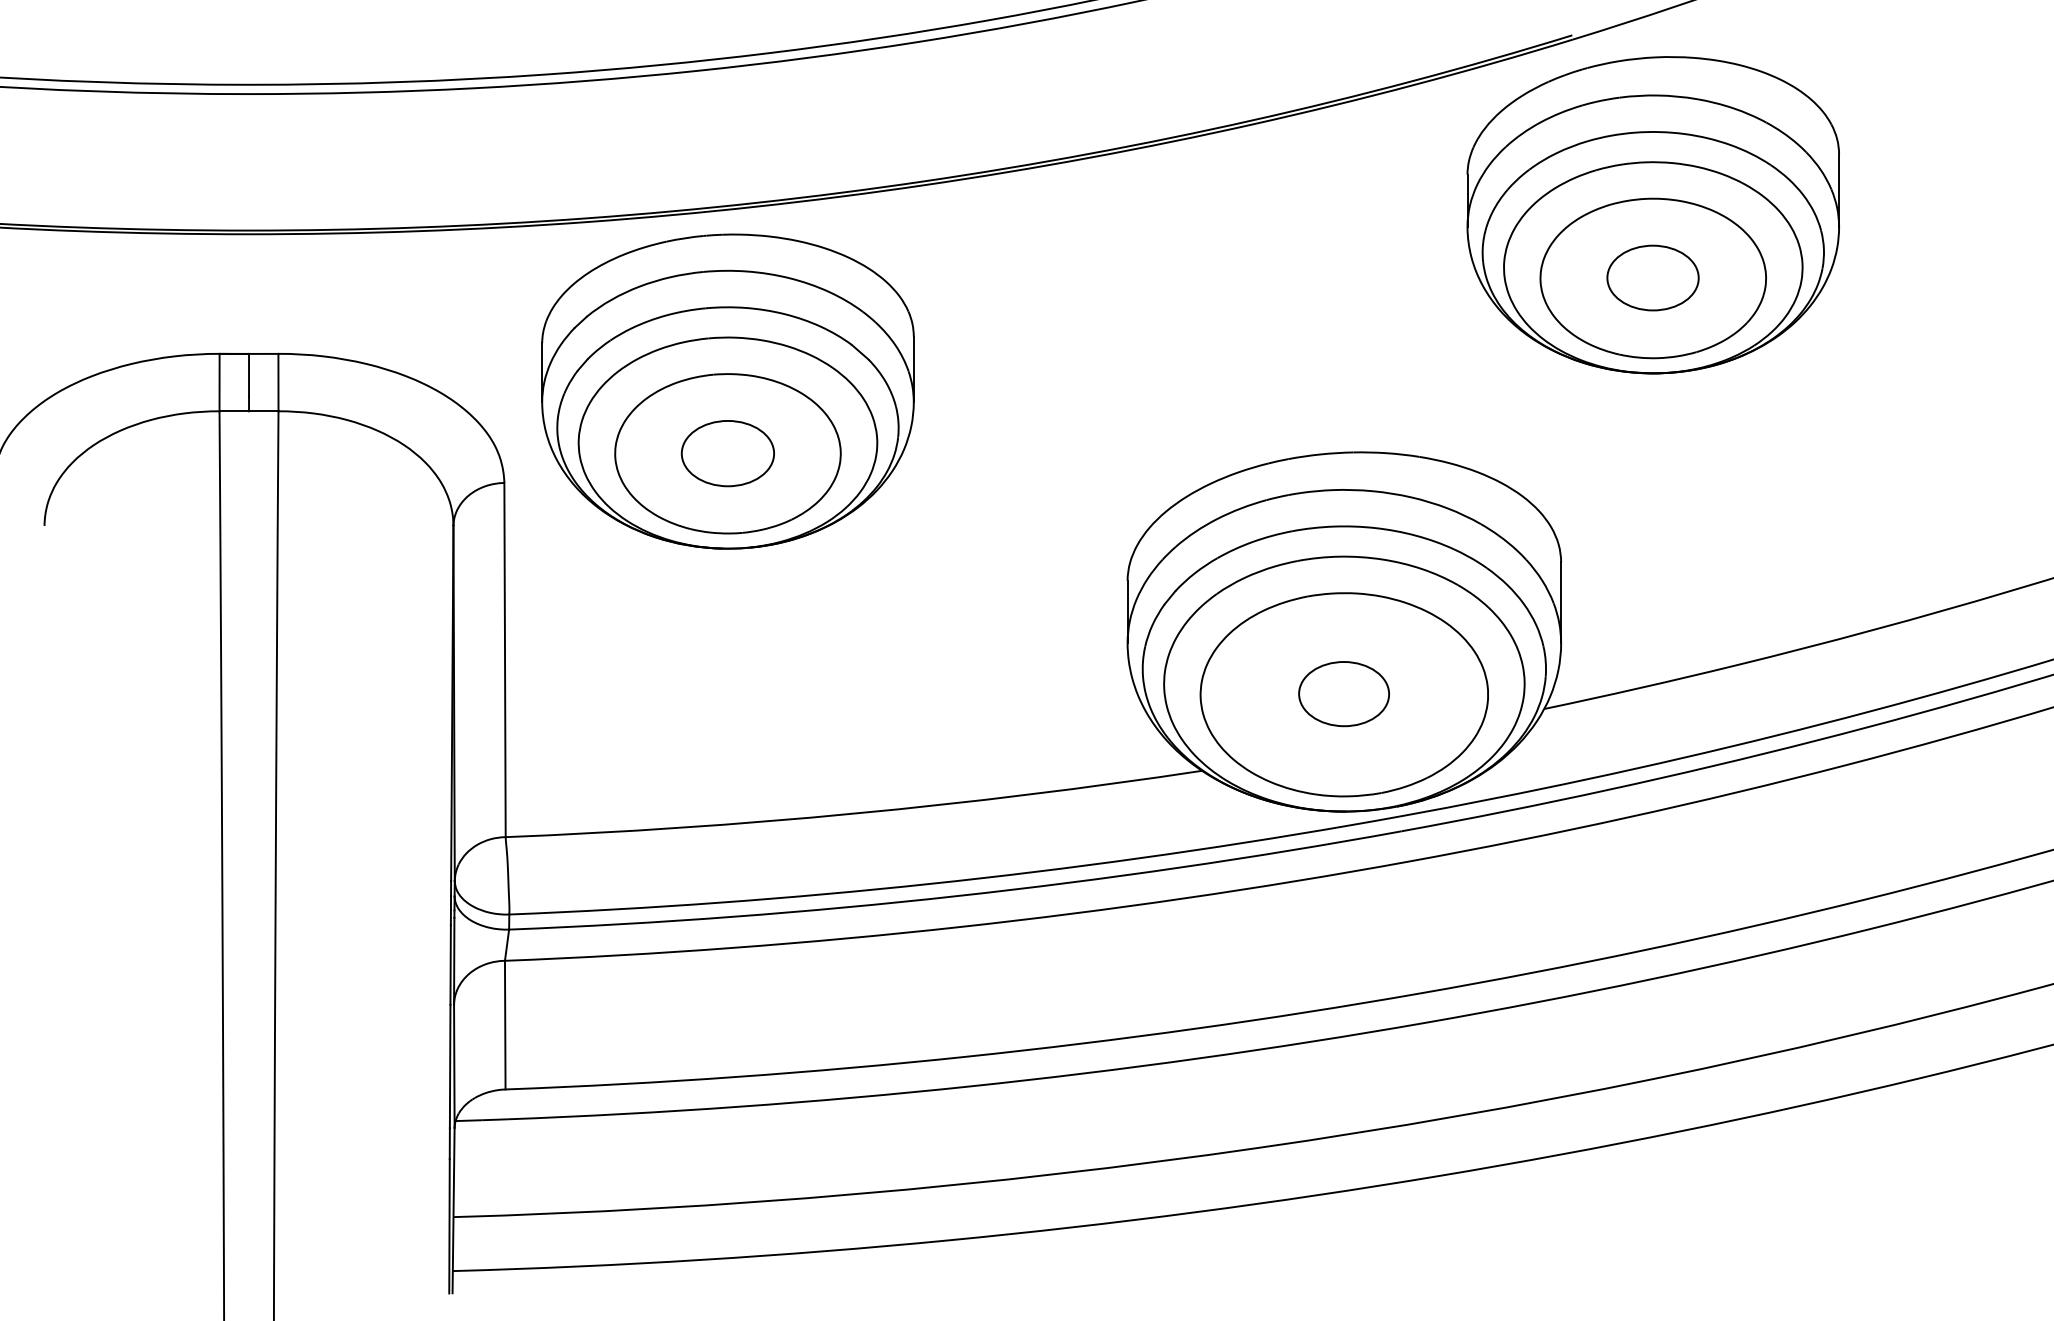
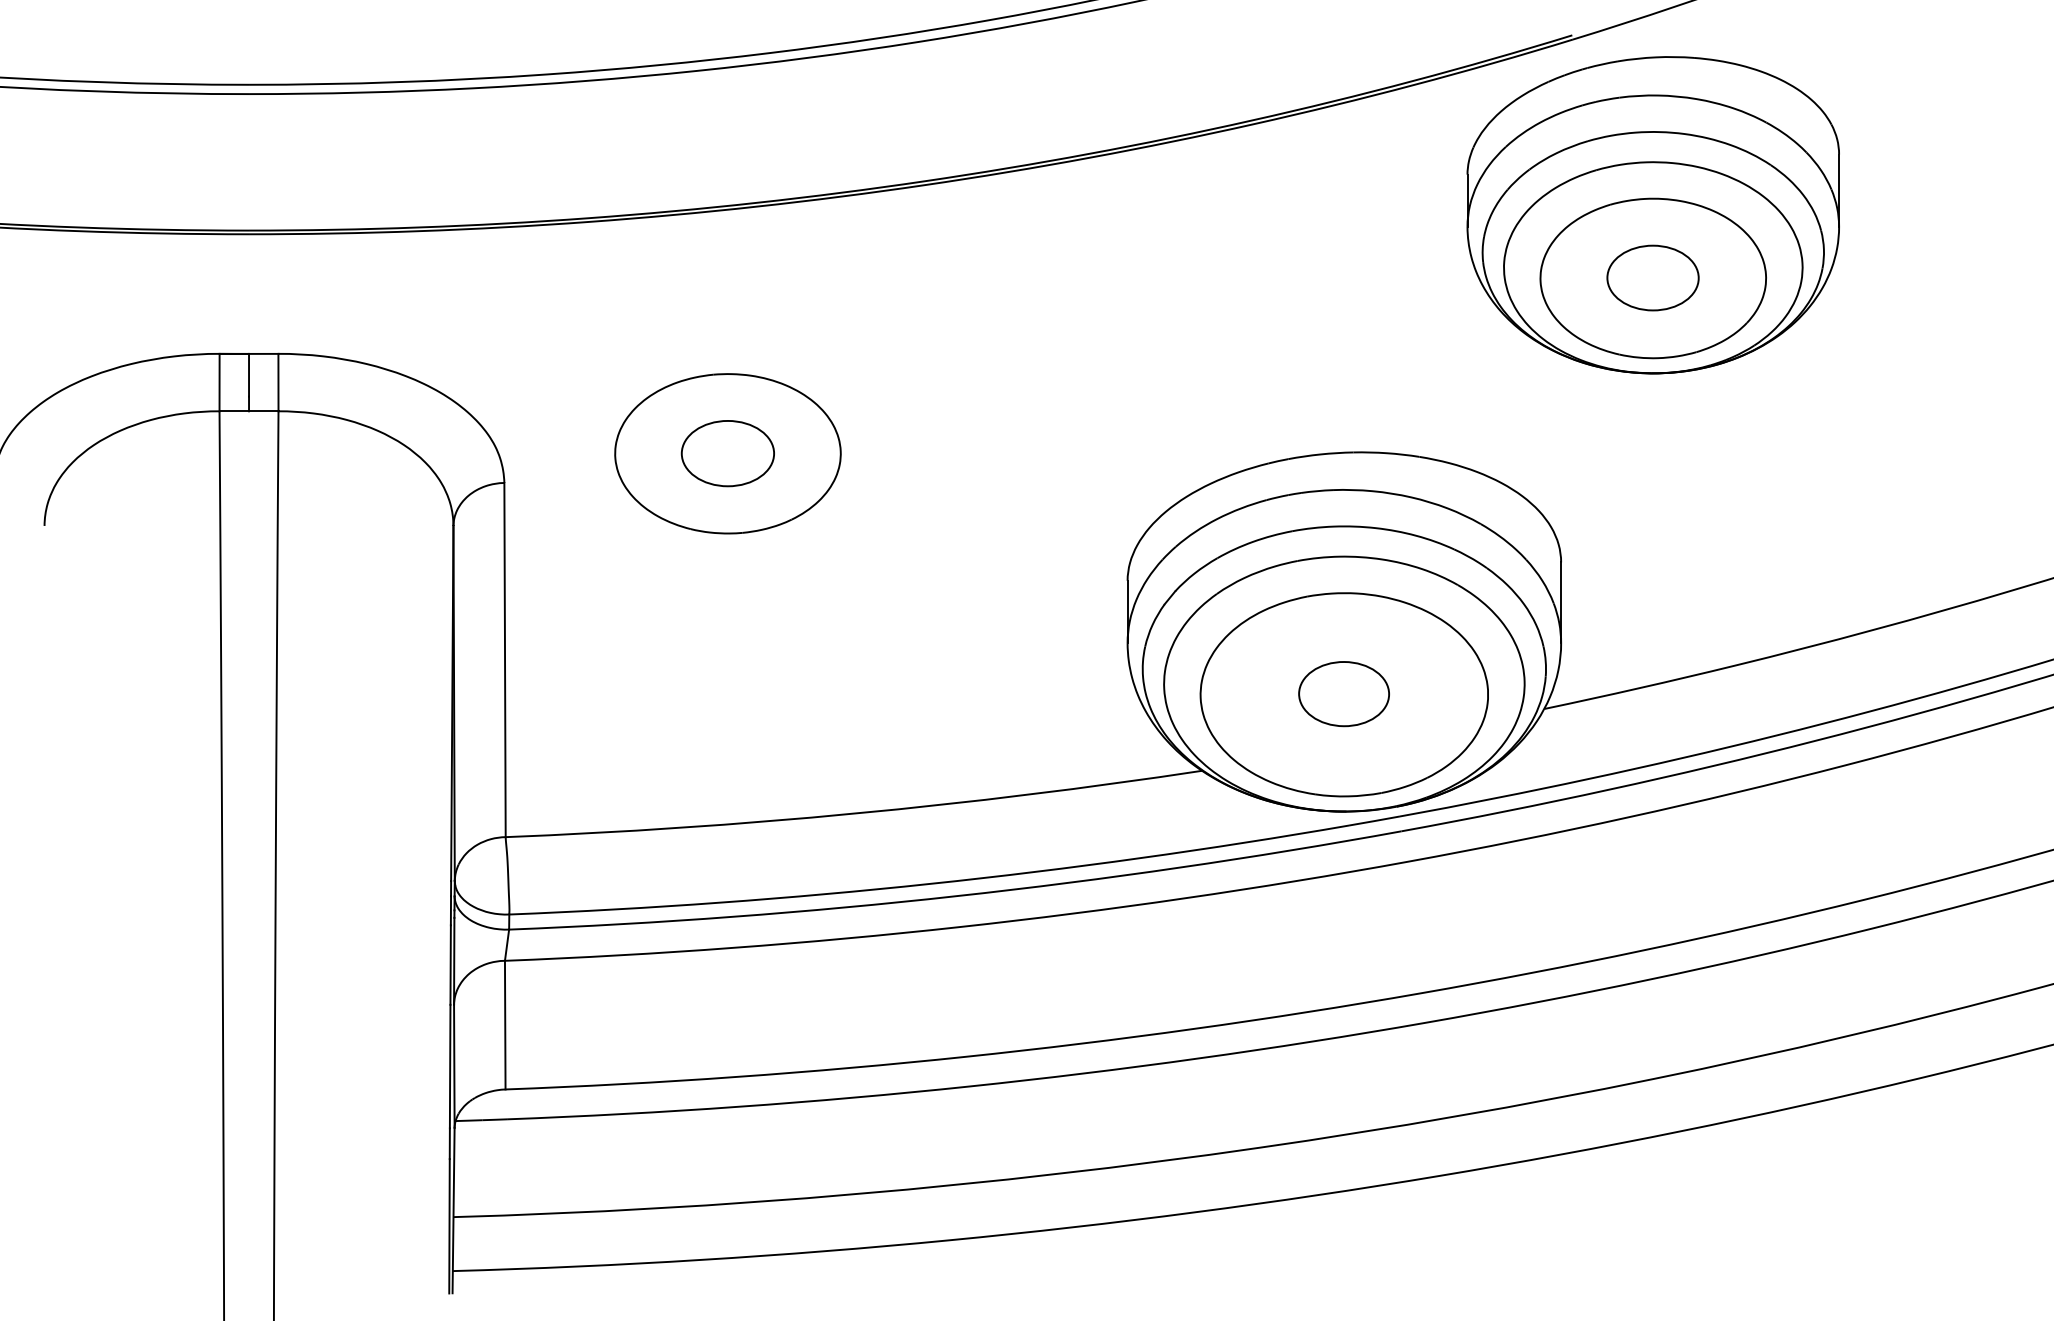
part at (727, 391): present -> none
